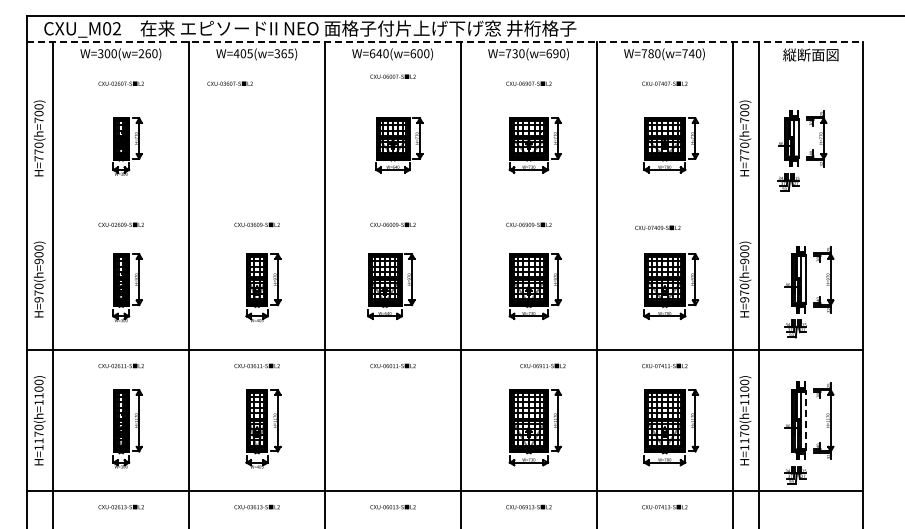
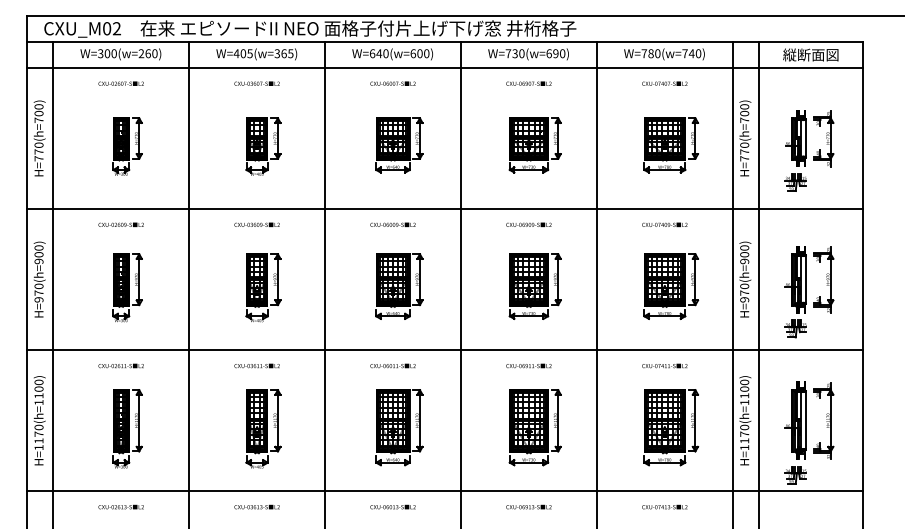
line at (445, 41): dashed -> solid
line at (445, 67): none -> present
text at (392, 76) position: (392, 76) -> (392, 83)
text at (229, 83) position: (229, 83) -> (256, 83)
part at (263, 146): none -> present
part at (802, 150) position: (802, 150) -> (809, 150)
line at (445, 209): none -> present
text at (657, 227) position: (657, 227) -> (664, 224)
part at (391, 286) position: (391, 286) -> (399, 286)
text at (542, 365) position: (542, 365) -> (528, 365)
line at (805, 420): dashed -> solid
part at (399, 427): none -> present
